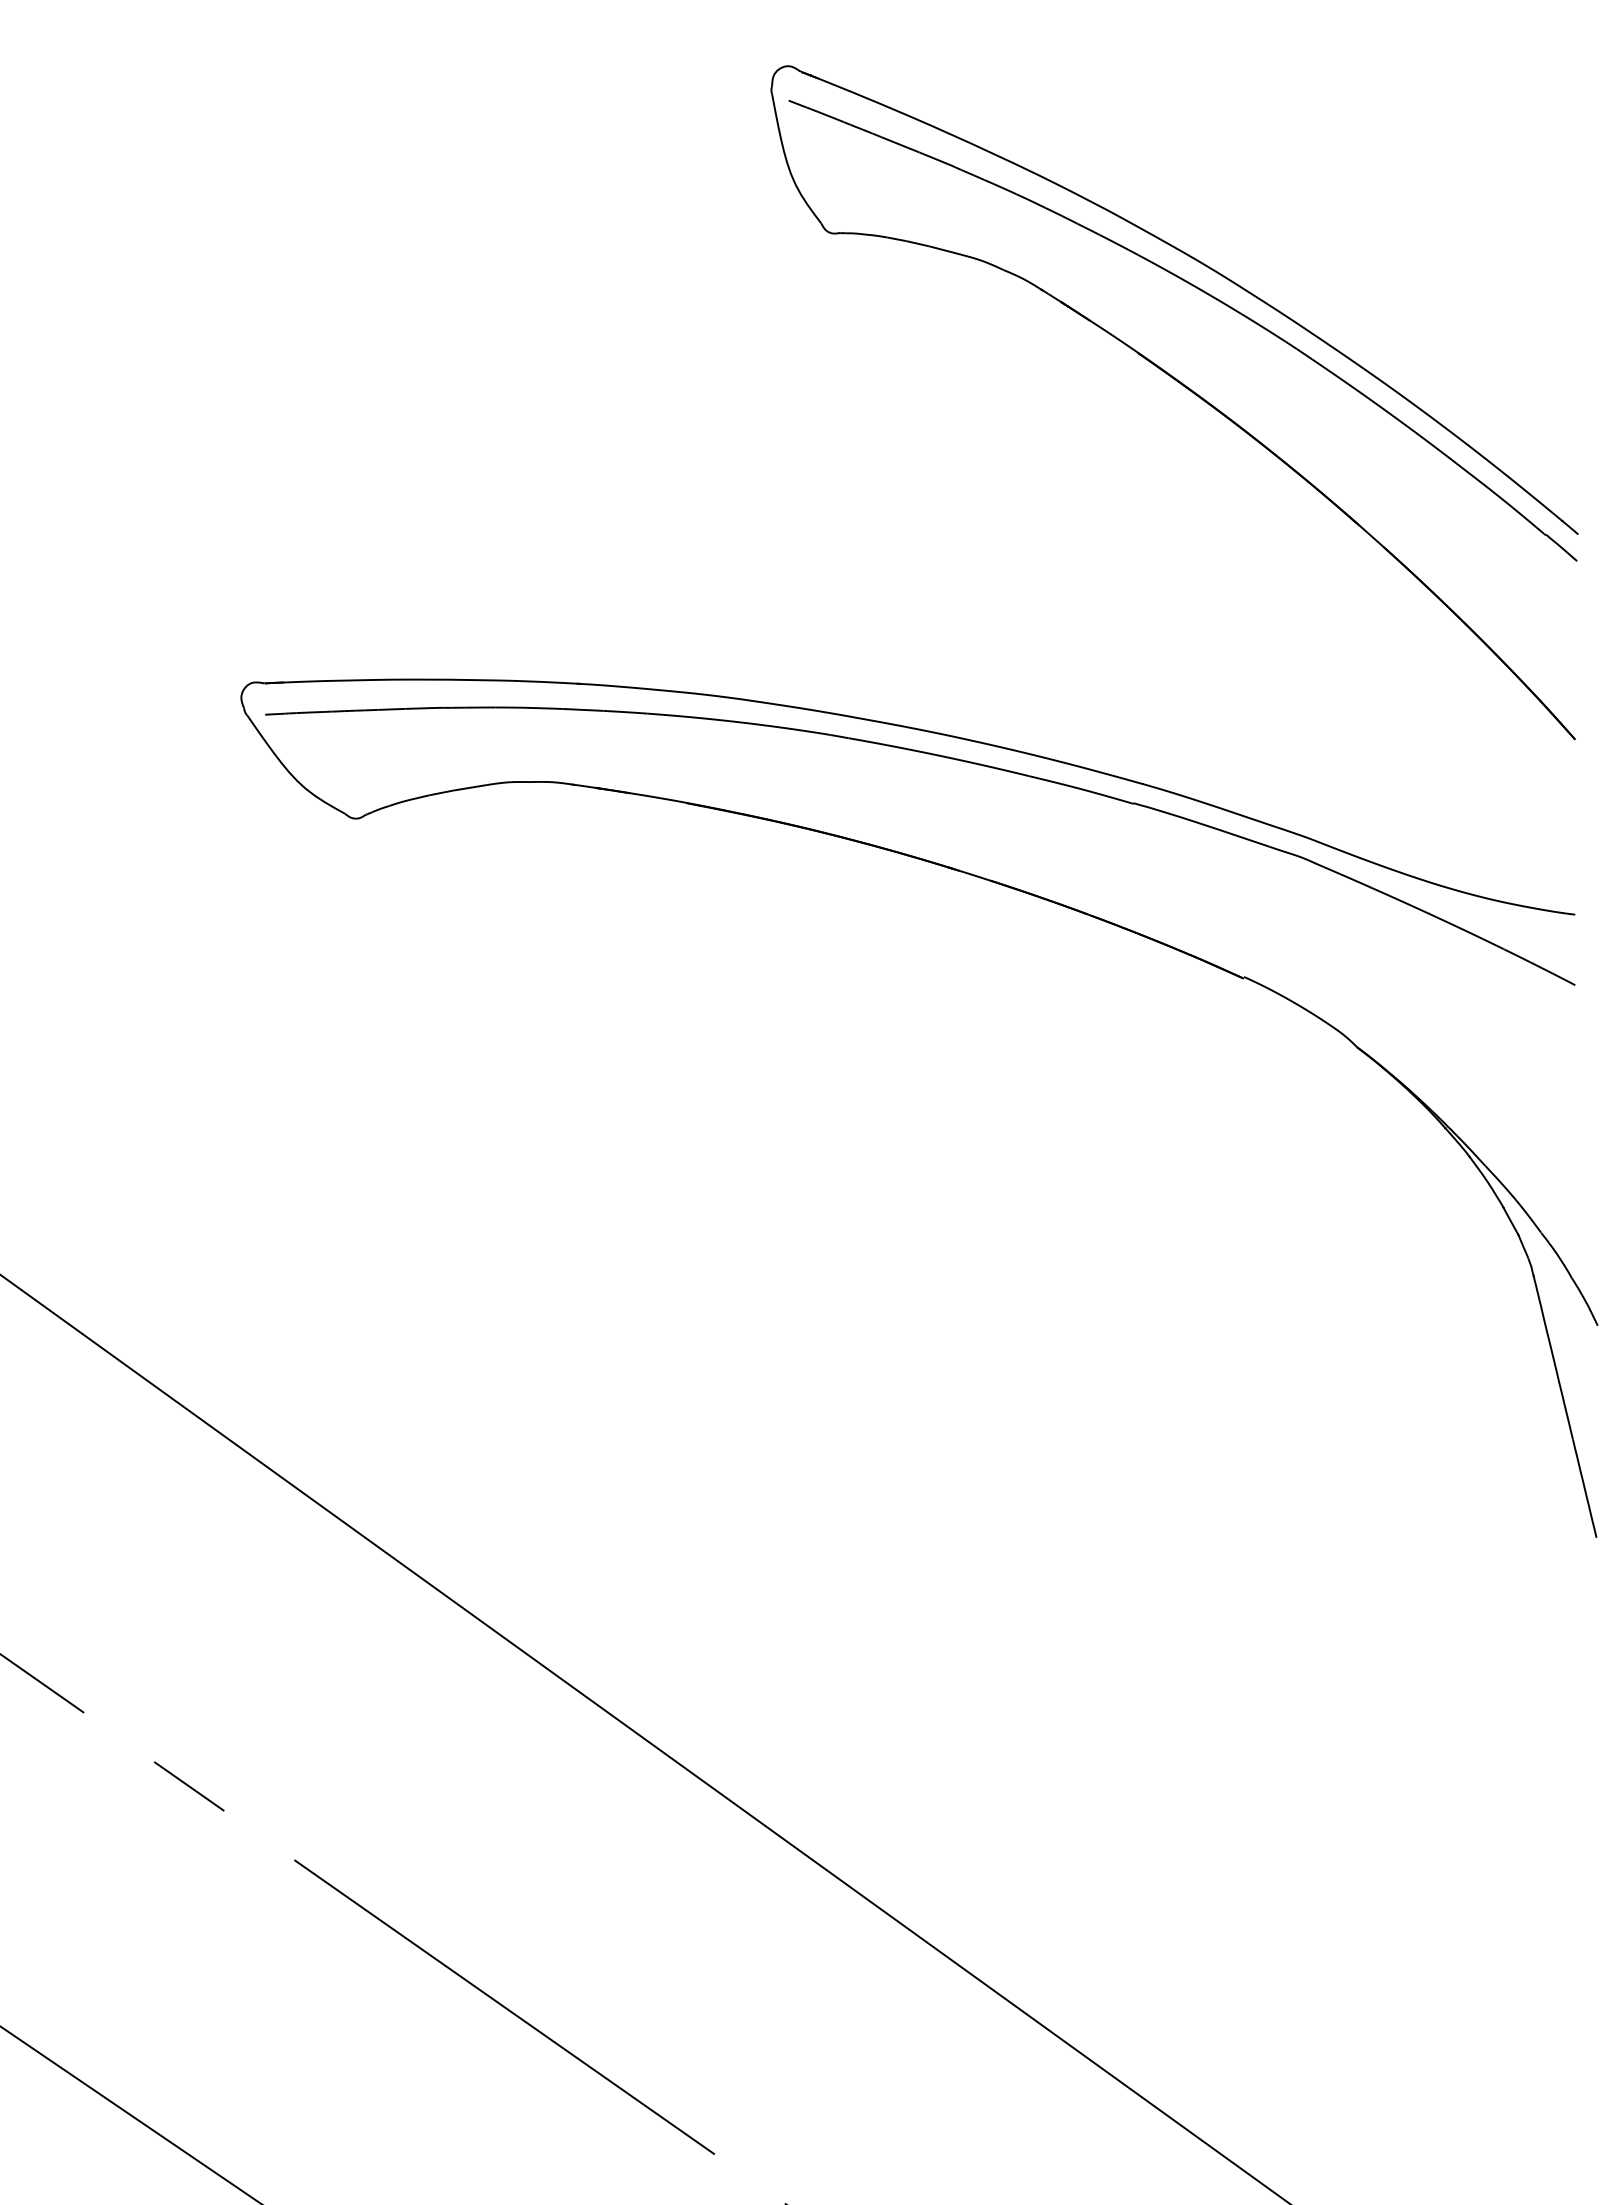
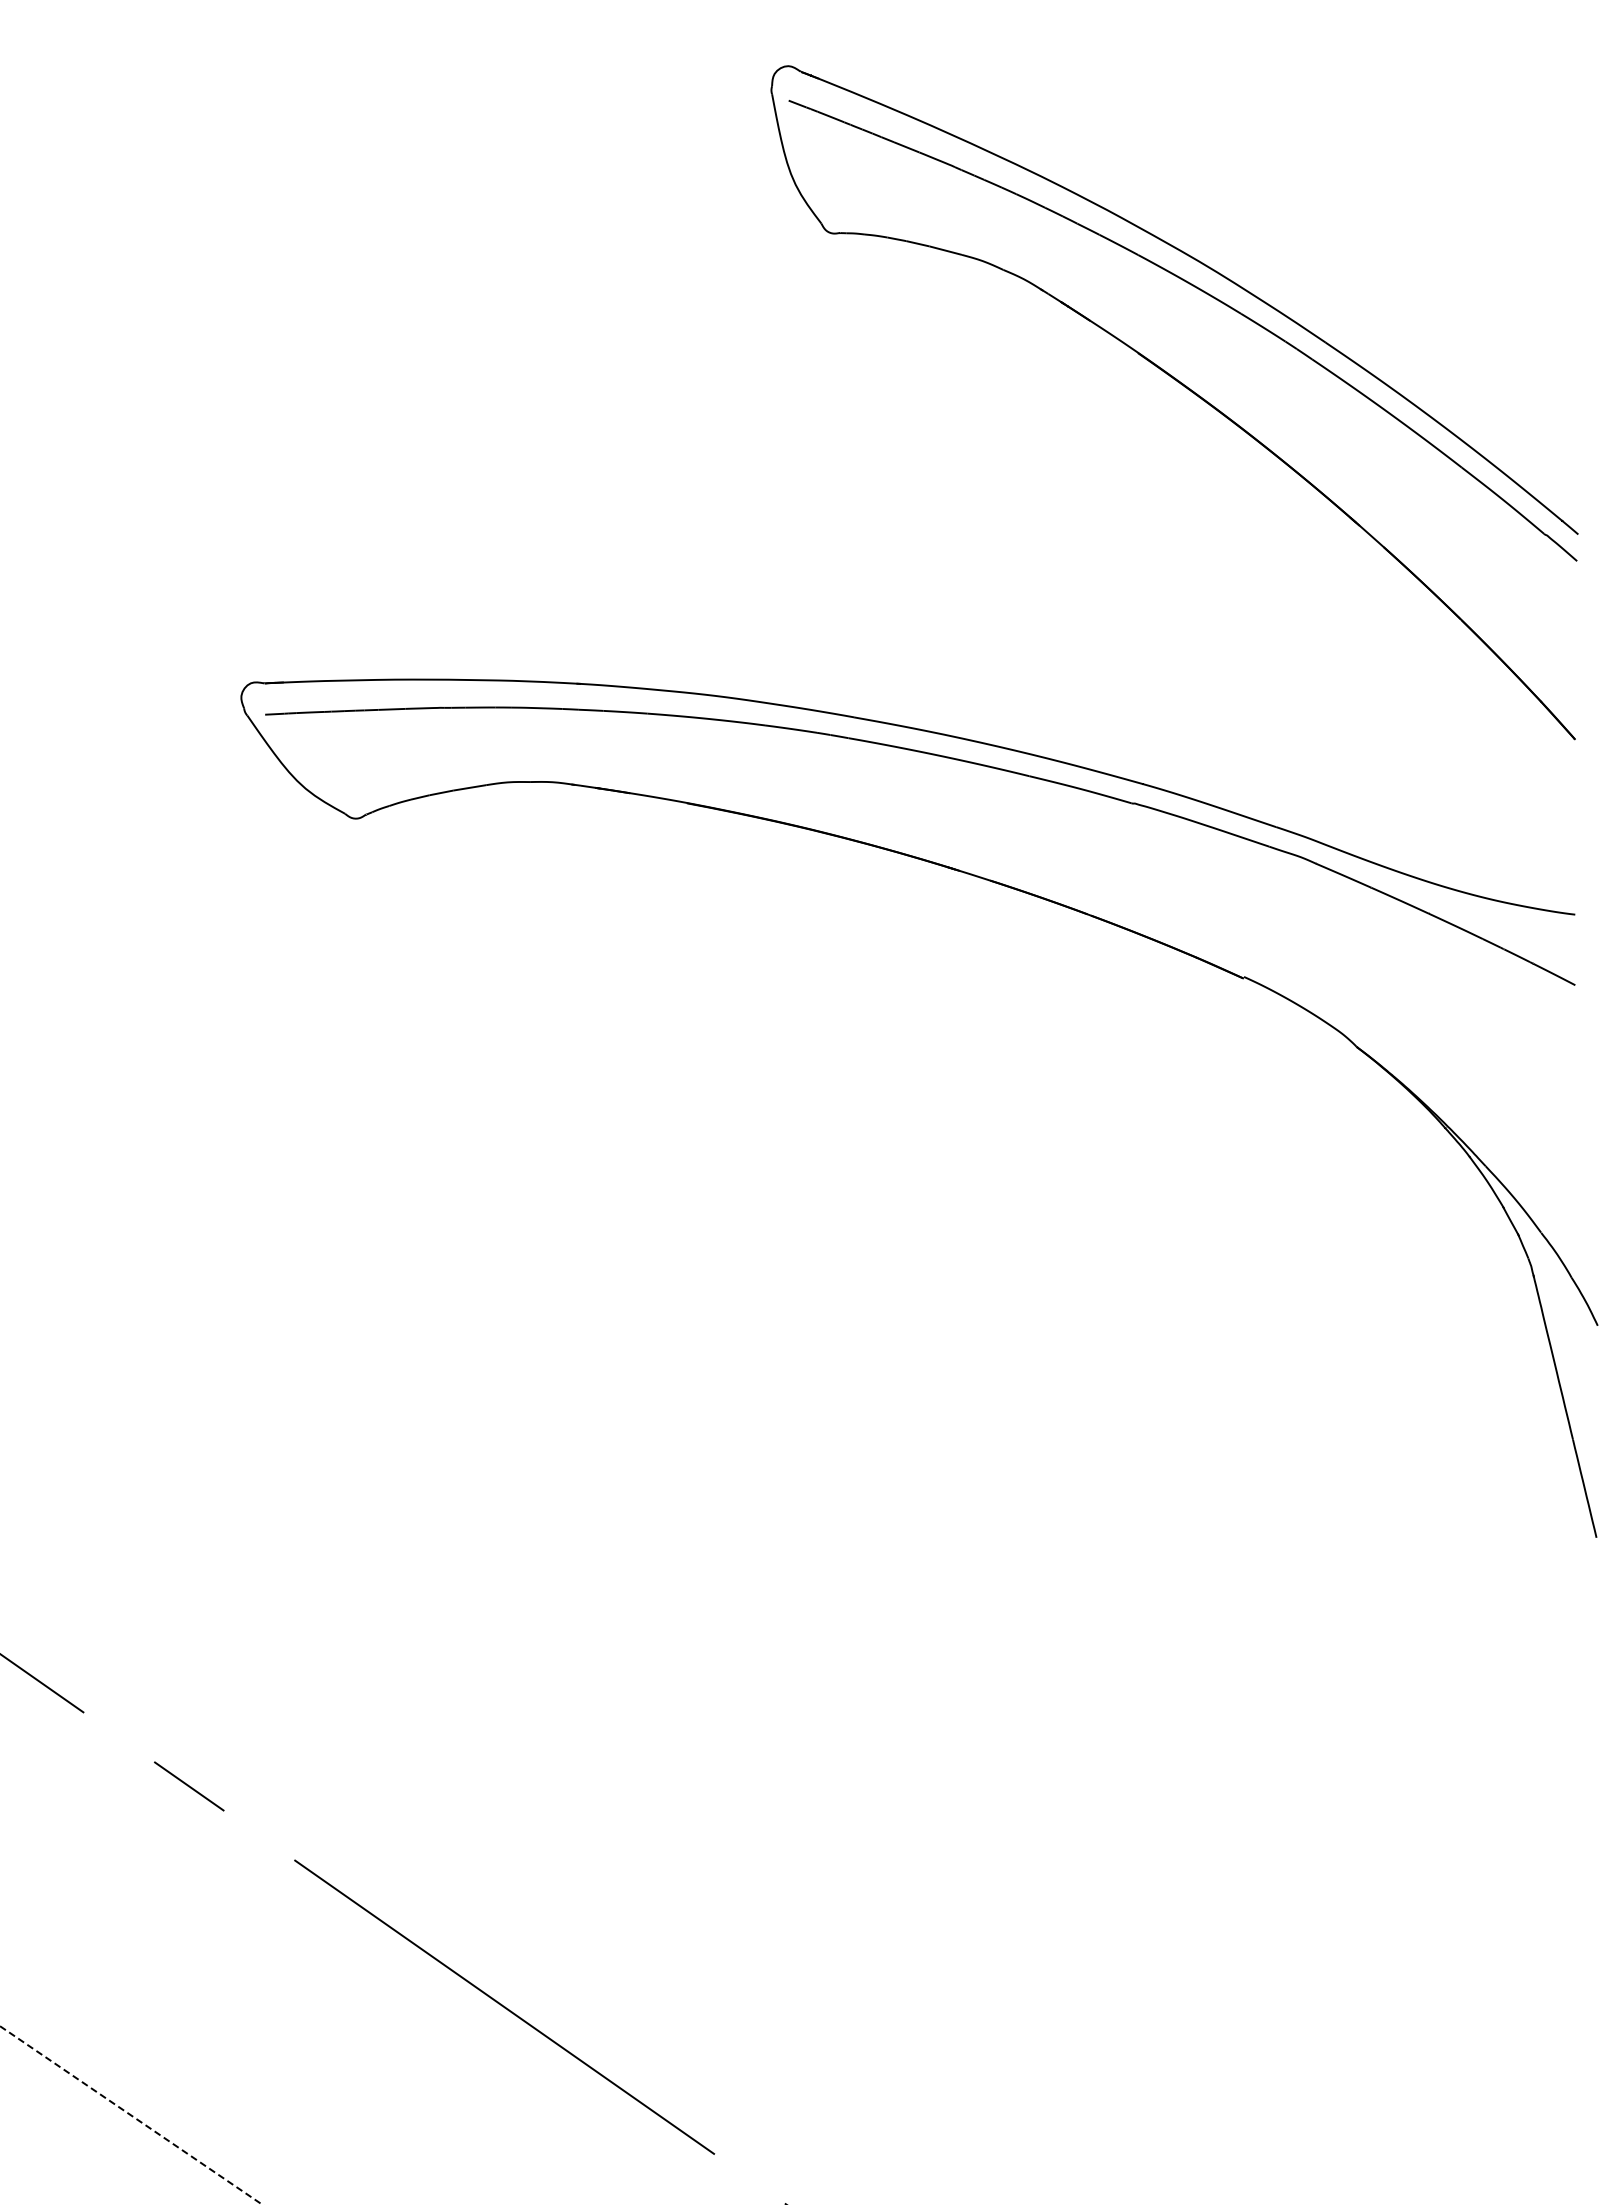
line at (644, 1738): present -> none
line at (130, 2115): solid -> dashed
